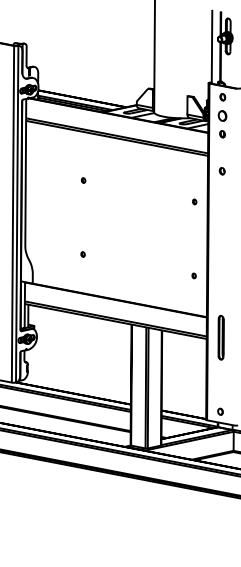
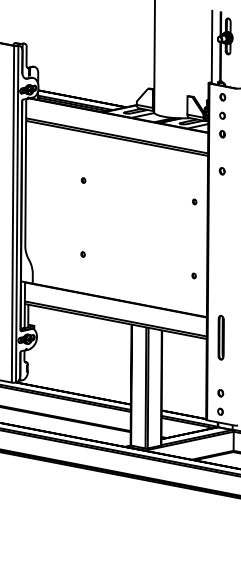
part at (222, 115) size: 11x12 px -> 7x9 px
part at (220, 393): none -> present
